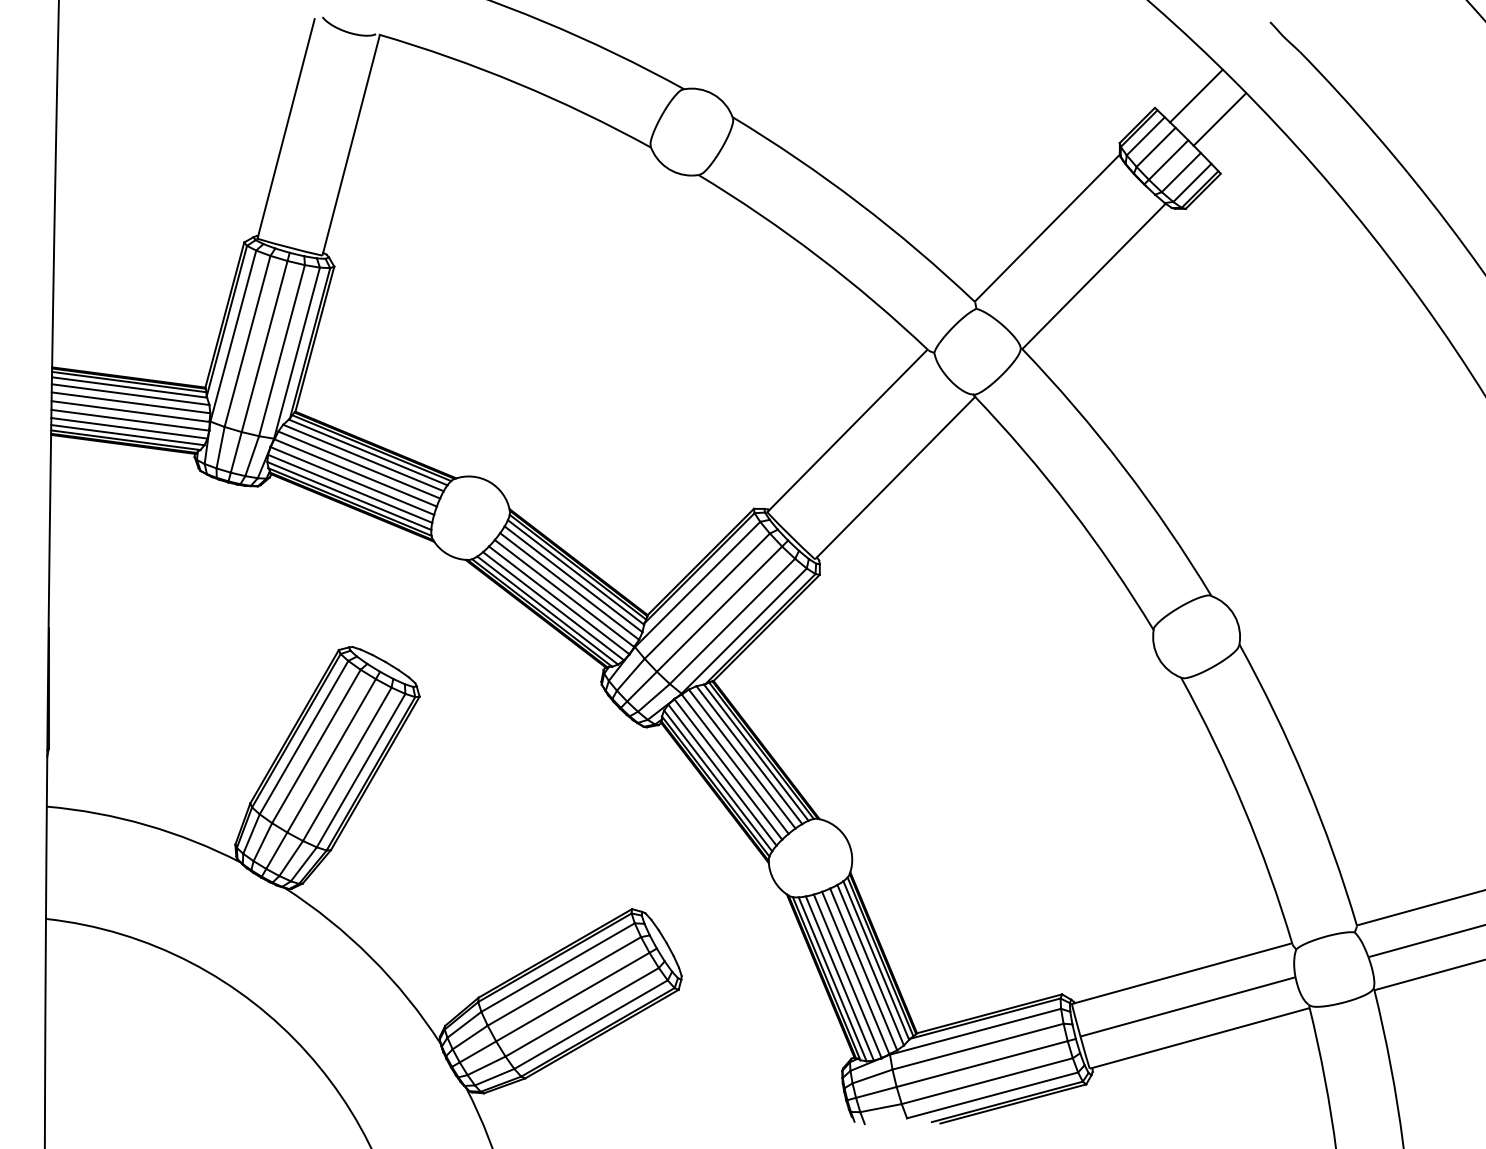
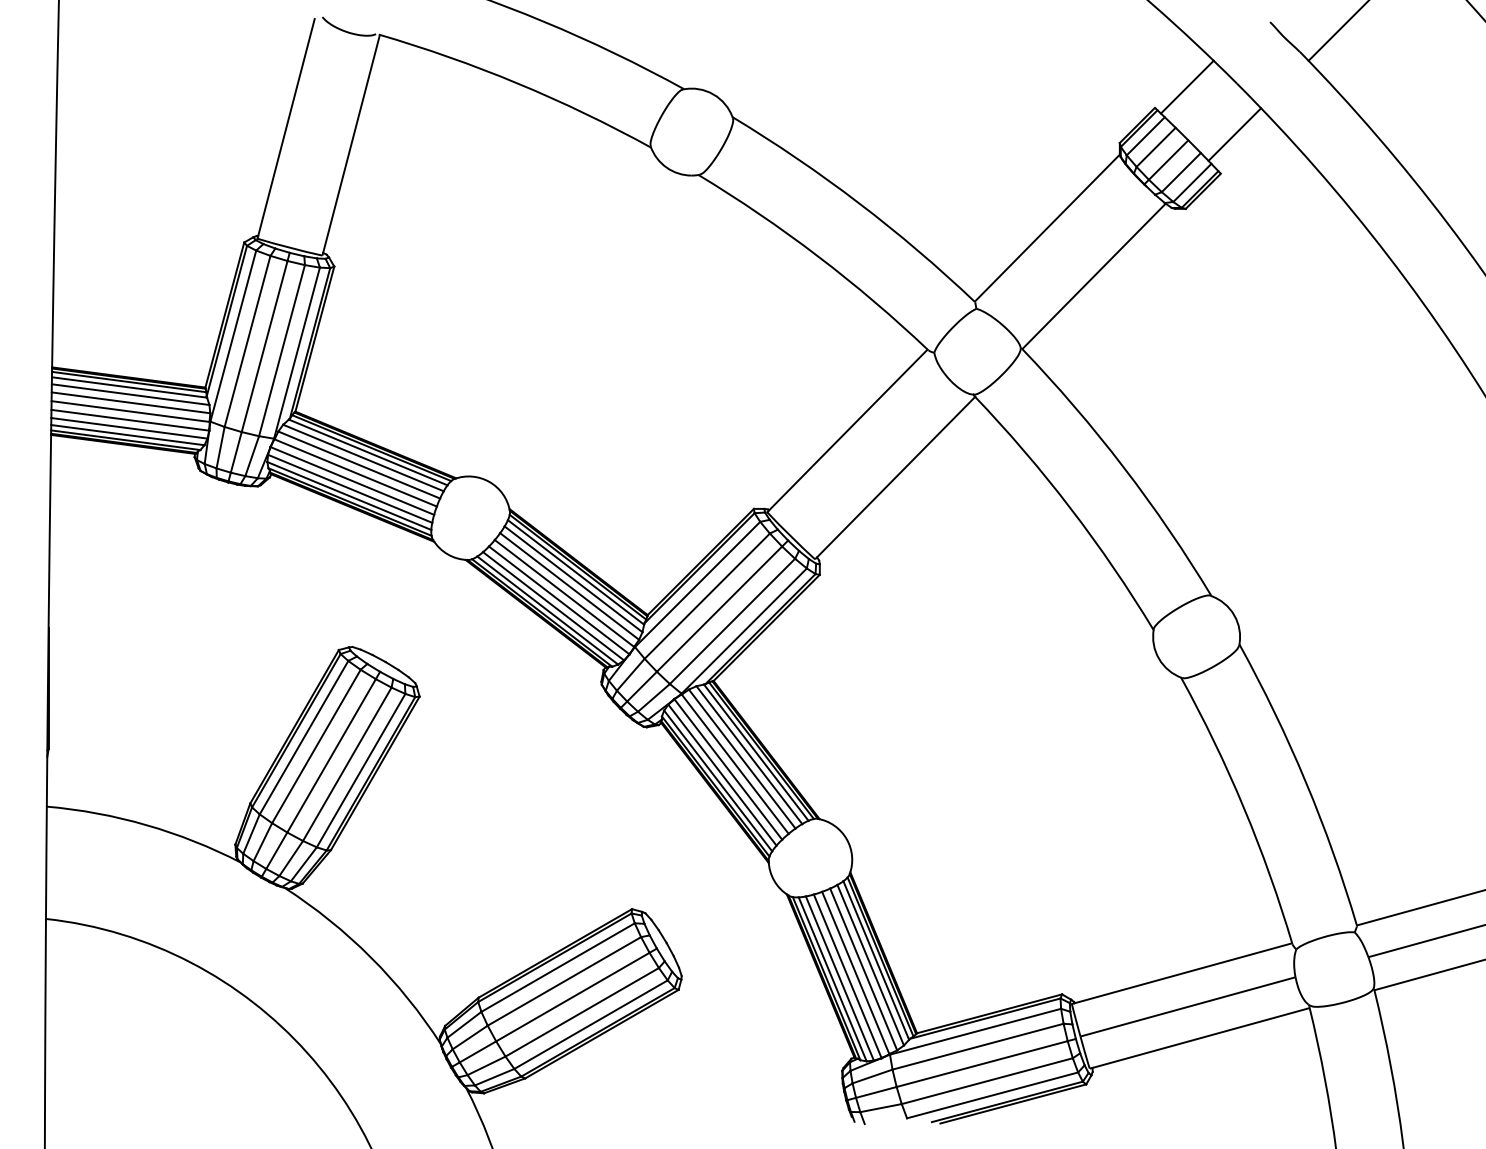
line at (1337, 31): none -> present
line at (1195, 95) position: (1195, 95) -> (1186, 86)
line at (1219, 119) position: (1219, 119) -> (1234, 134)
